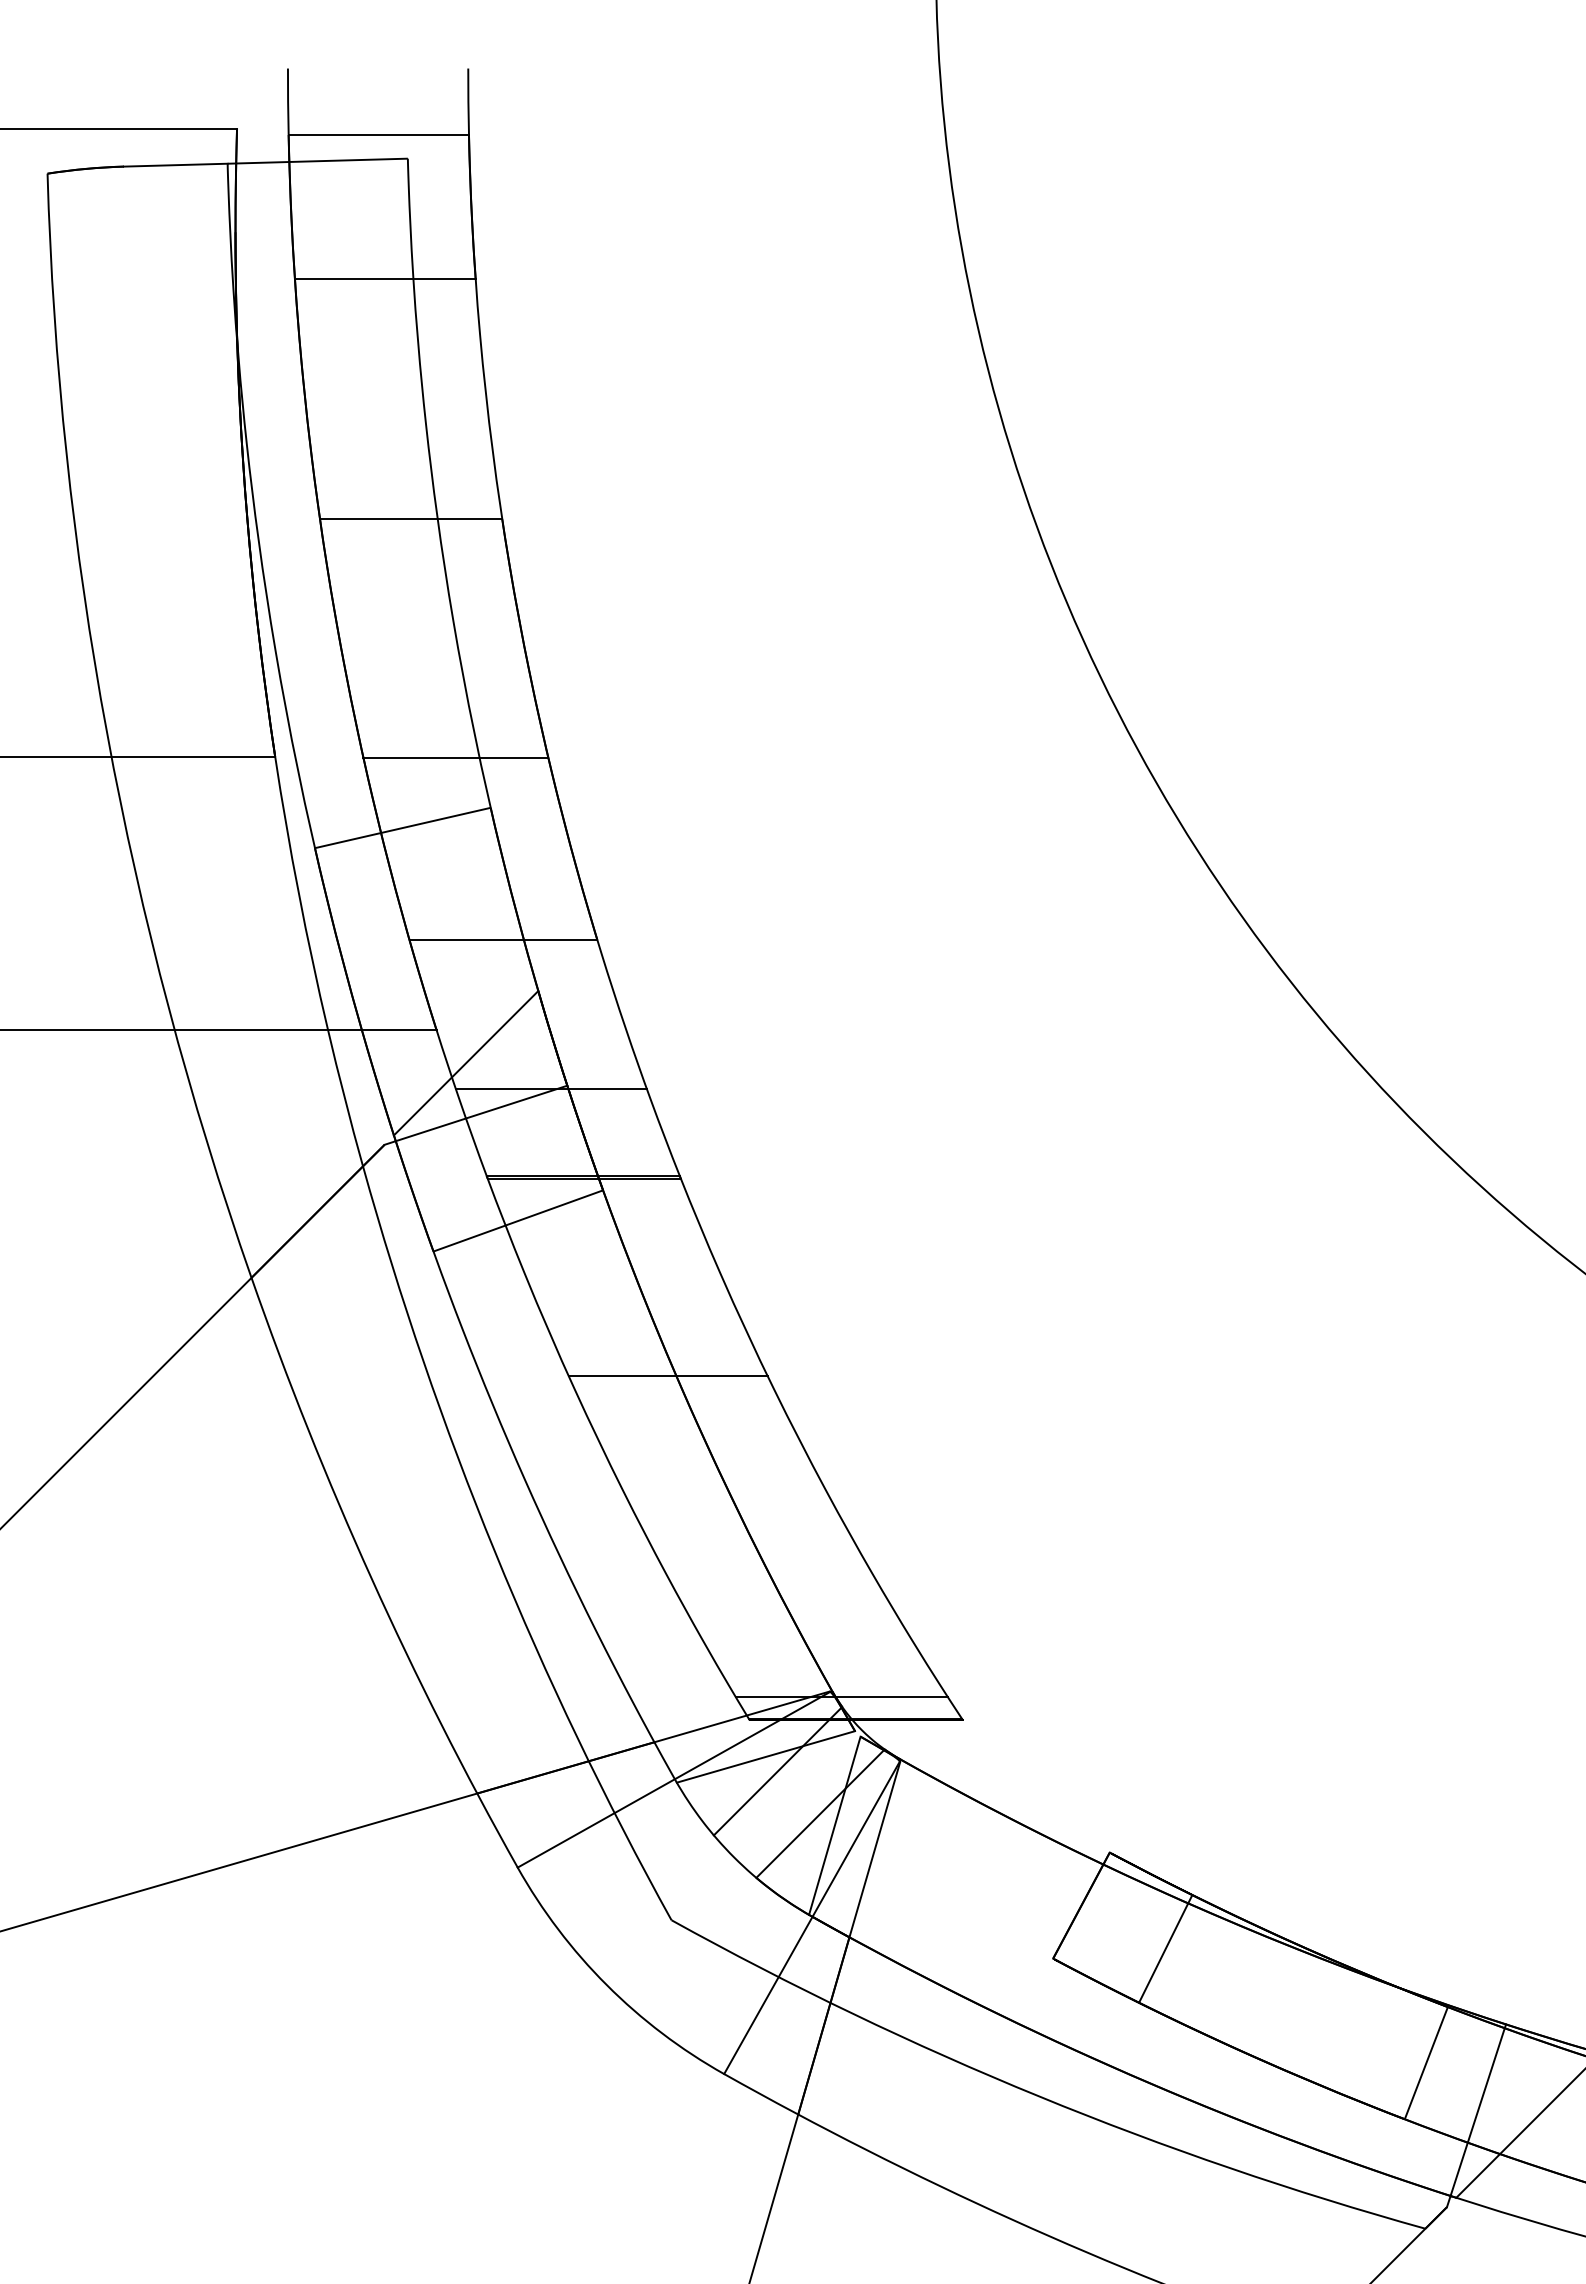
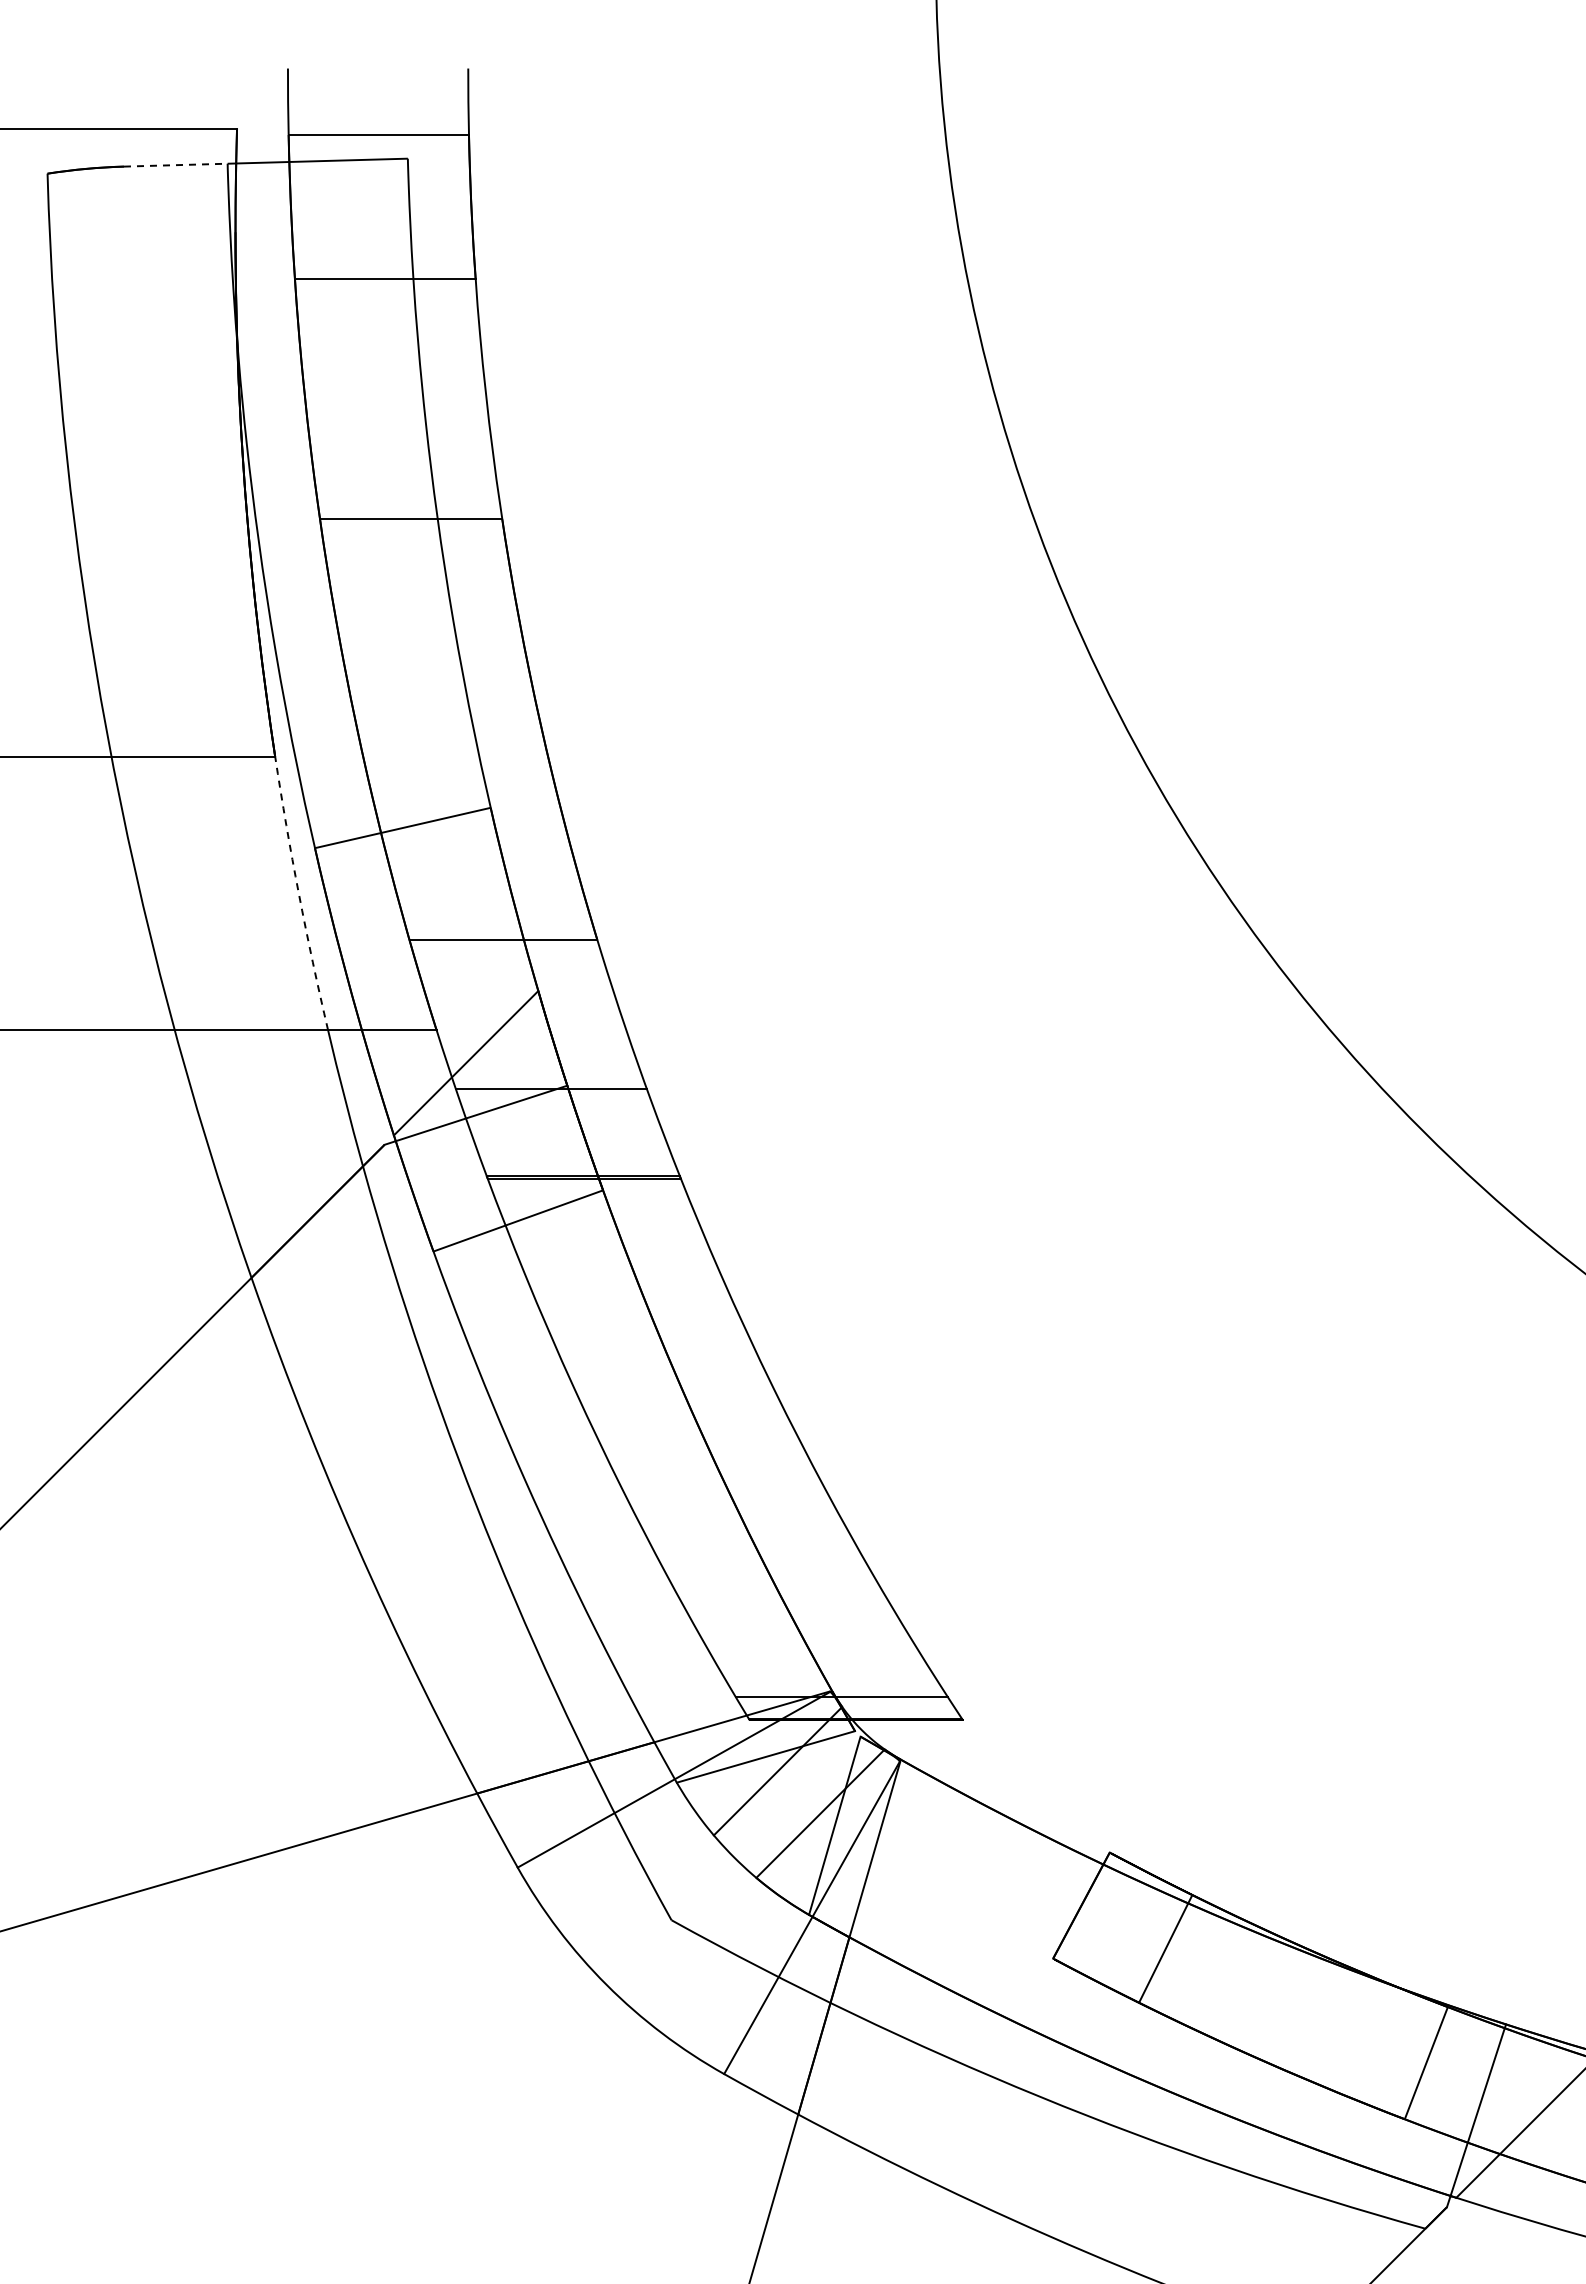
line at (175, 165): solid -> dashed
line at (455, 757): present -> none
arc at (298, 893): solid -> dashed
line at (667, 1376): present -> none
